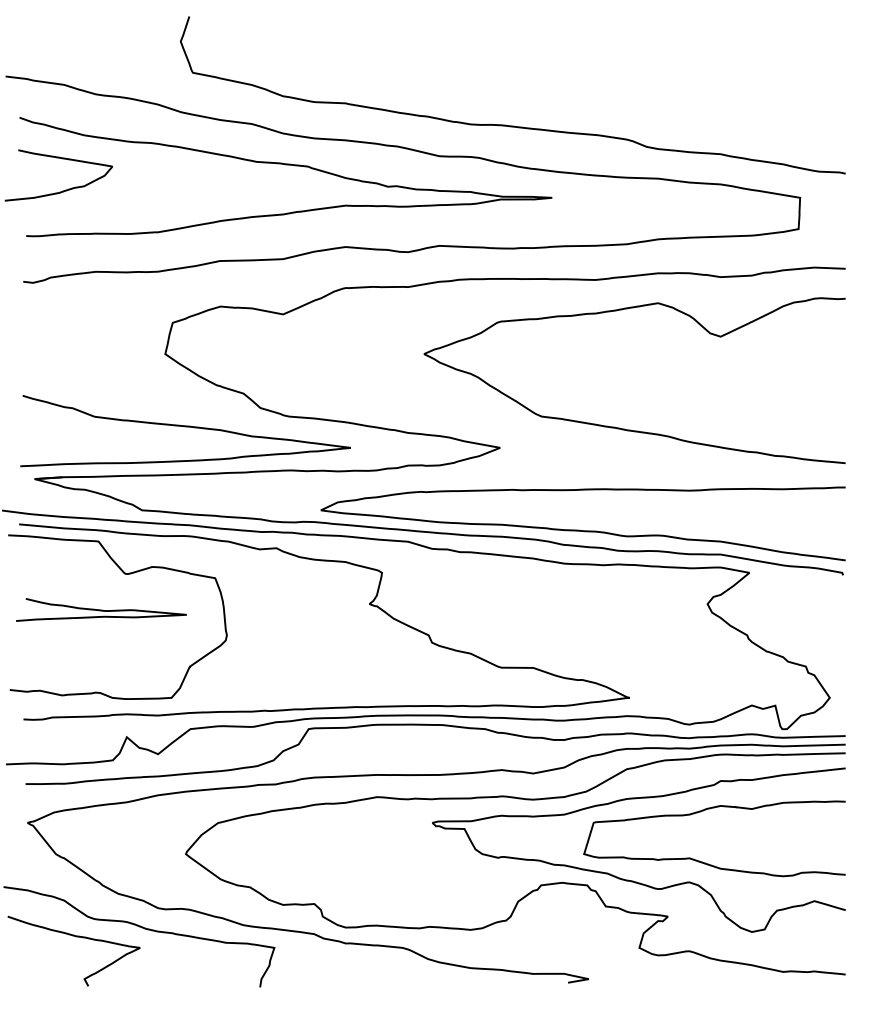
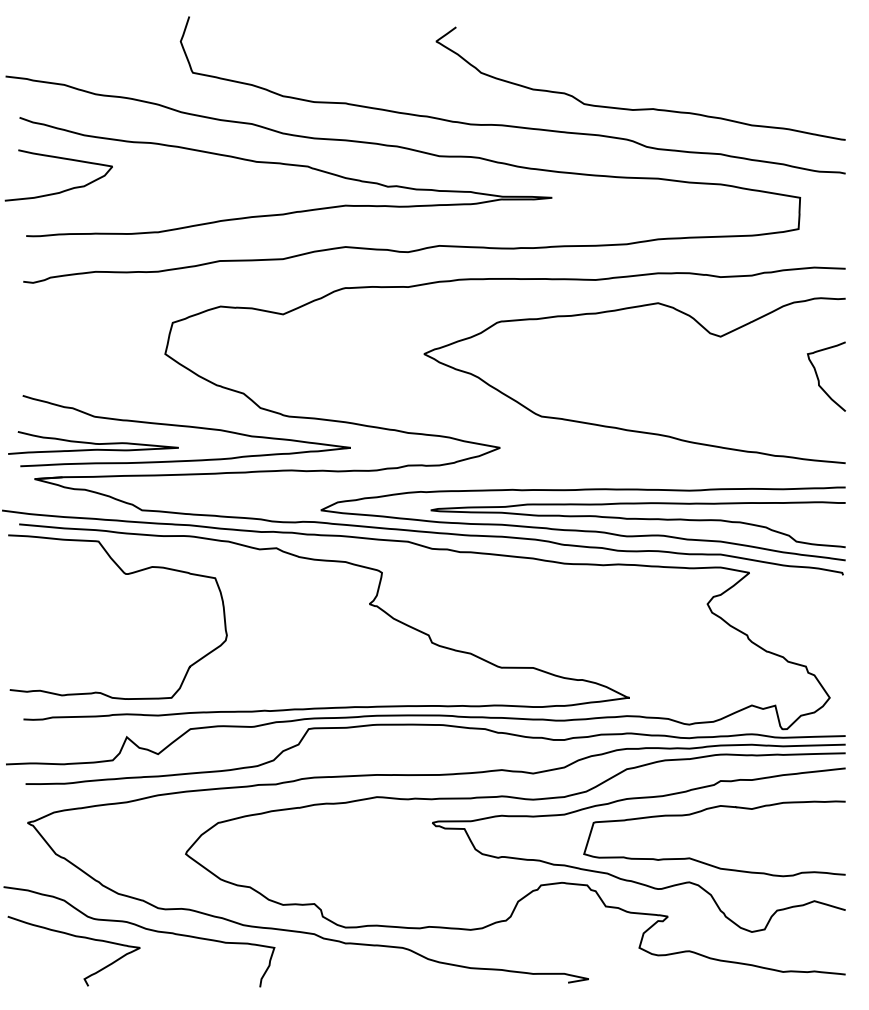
curve at (640, 108): none -> present
curve at (819, 379): none -> present
curve at (637, 519): none -> present
curve at (101, 609) position: (101, 609) -> (93, 442)
